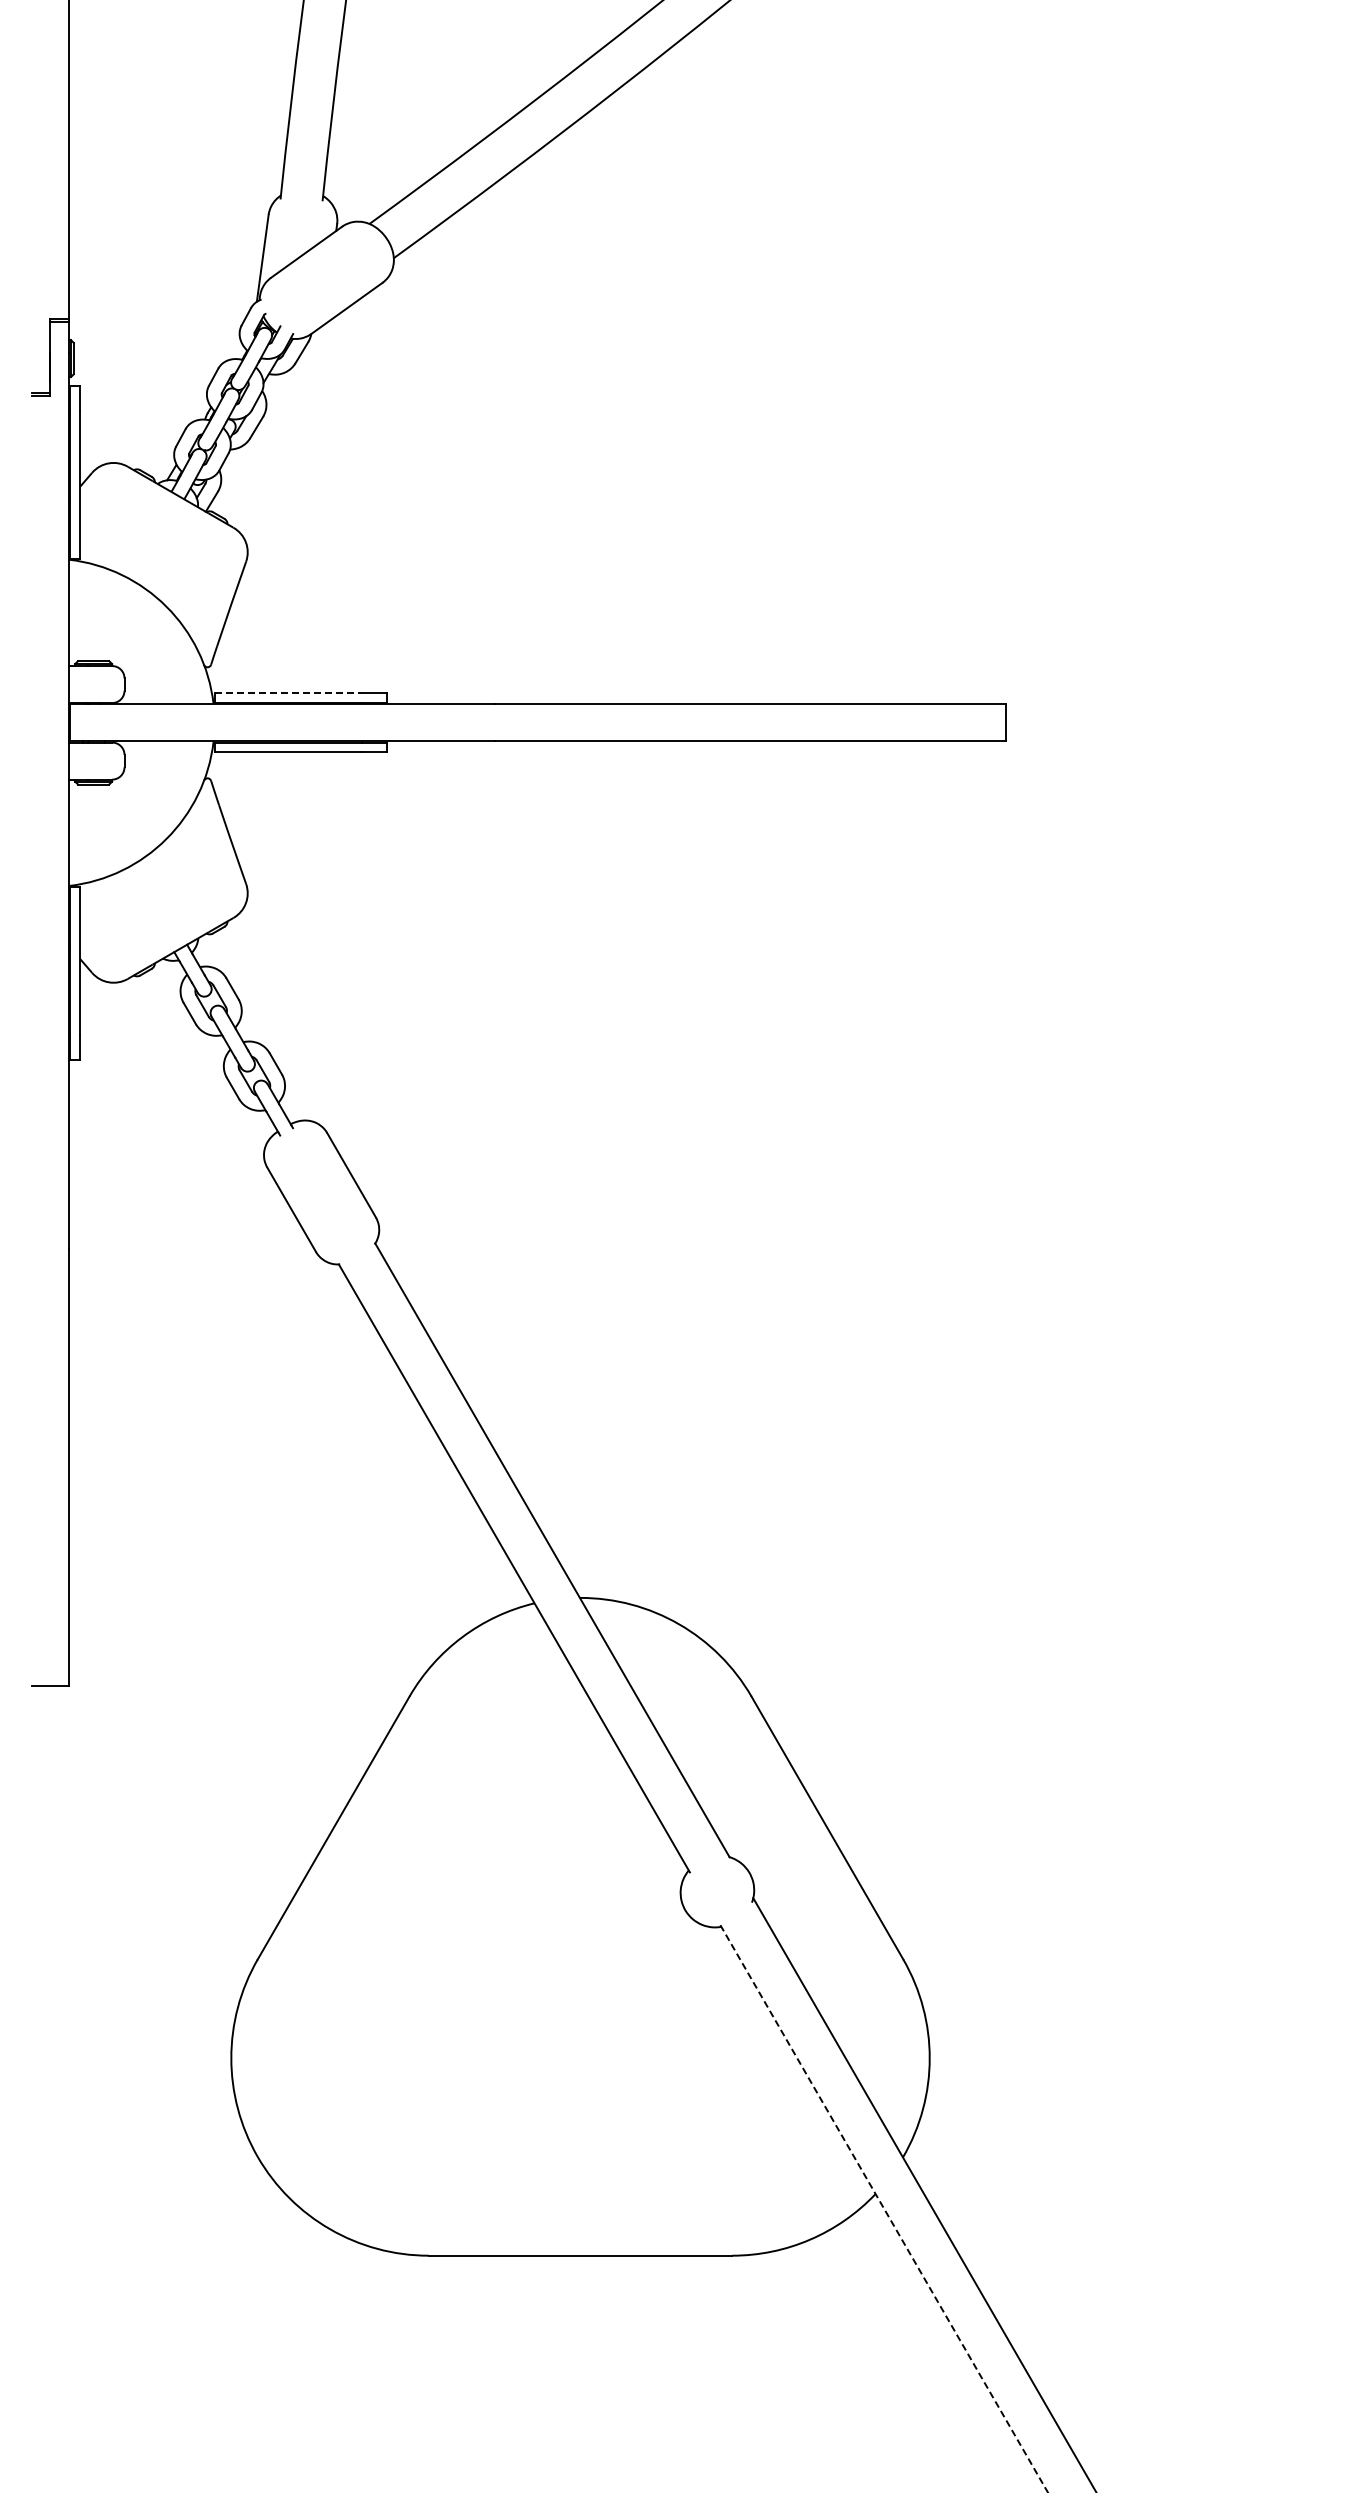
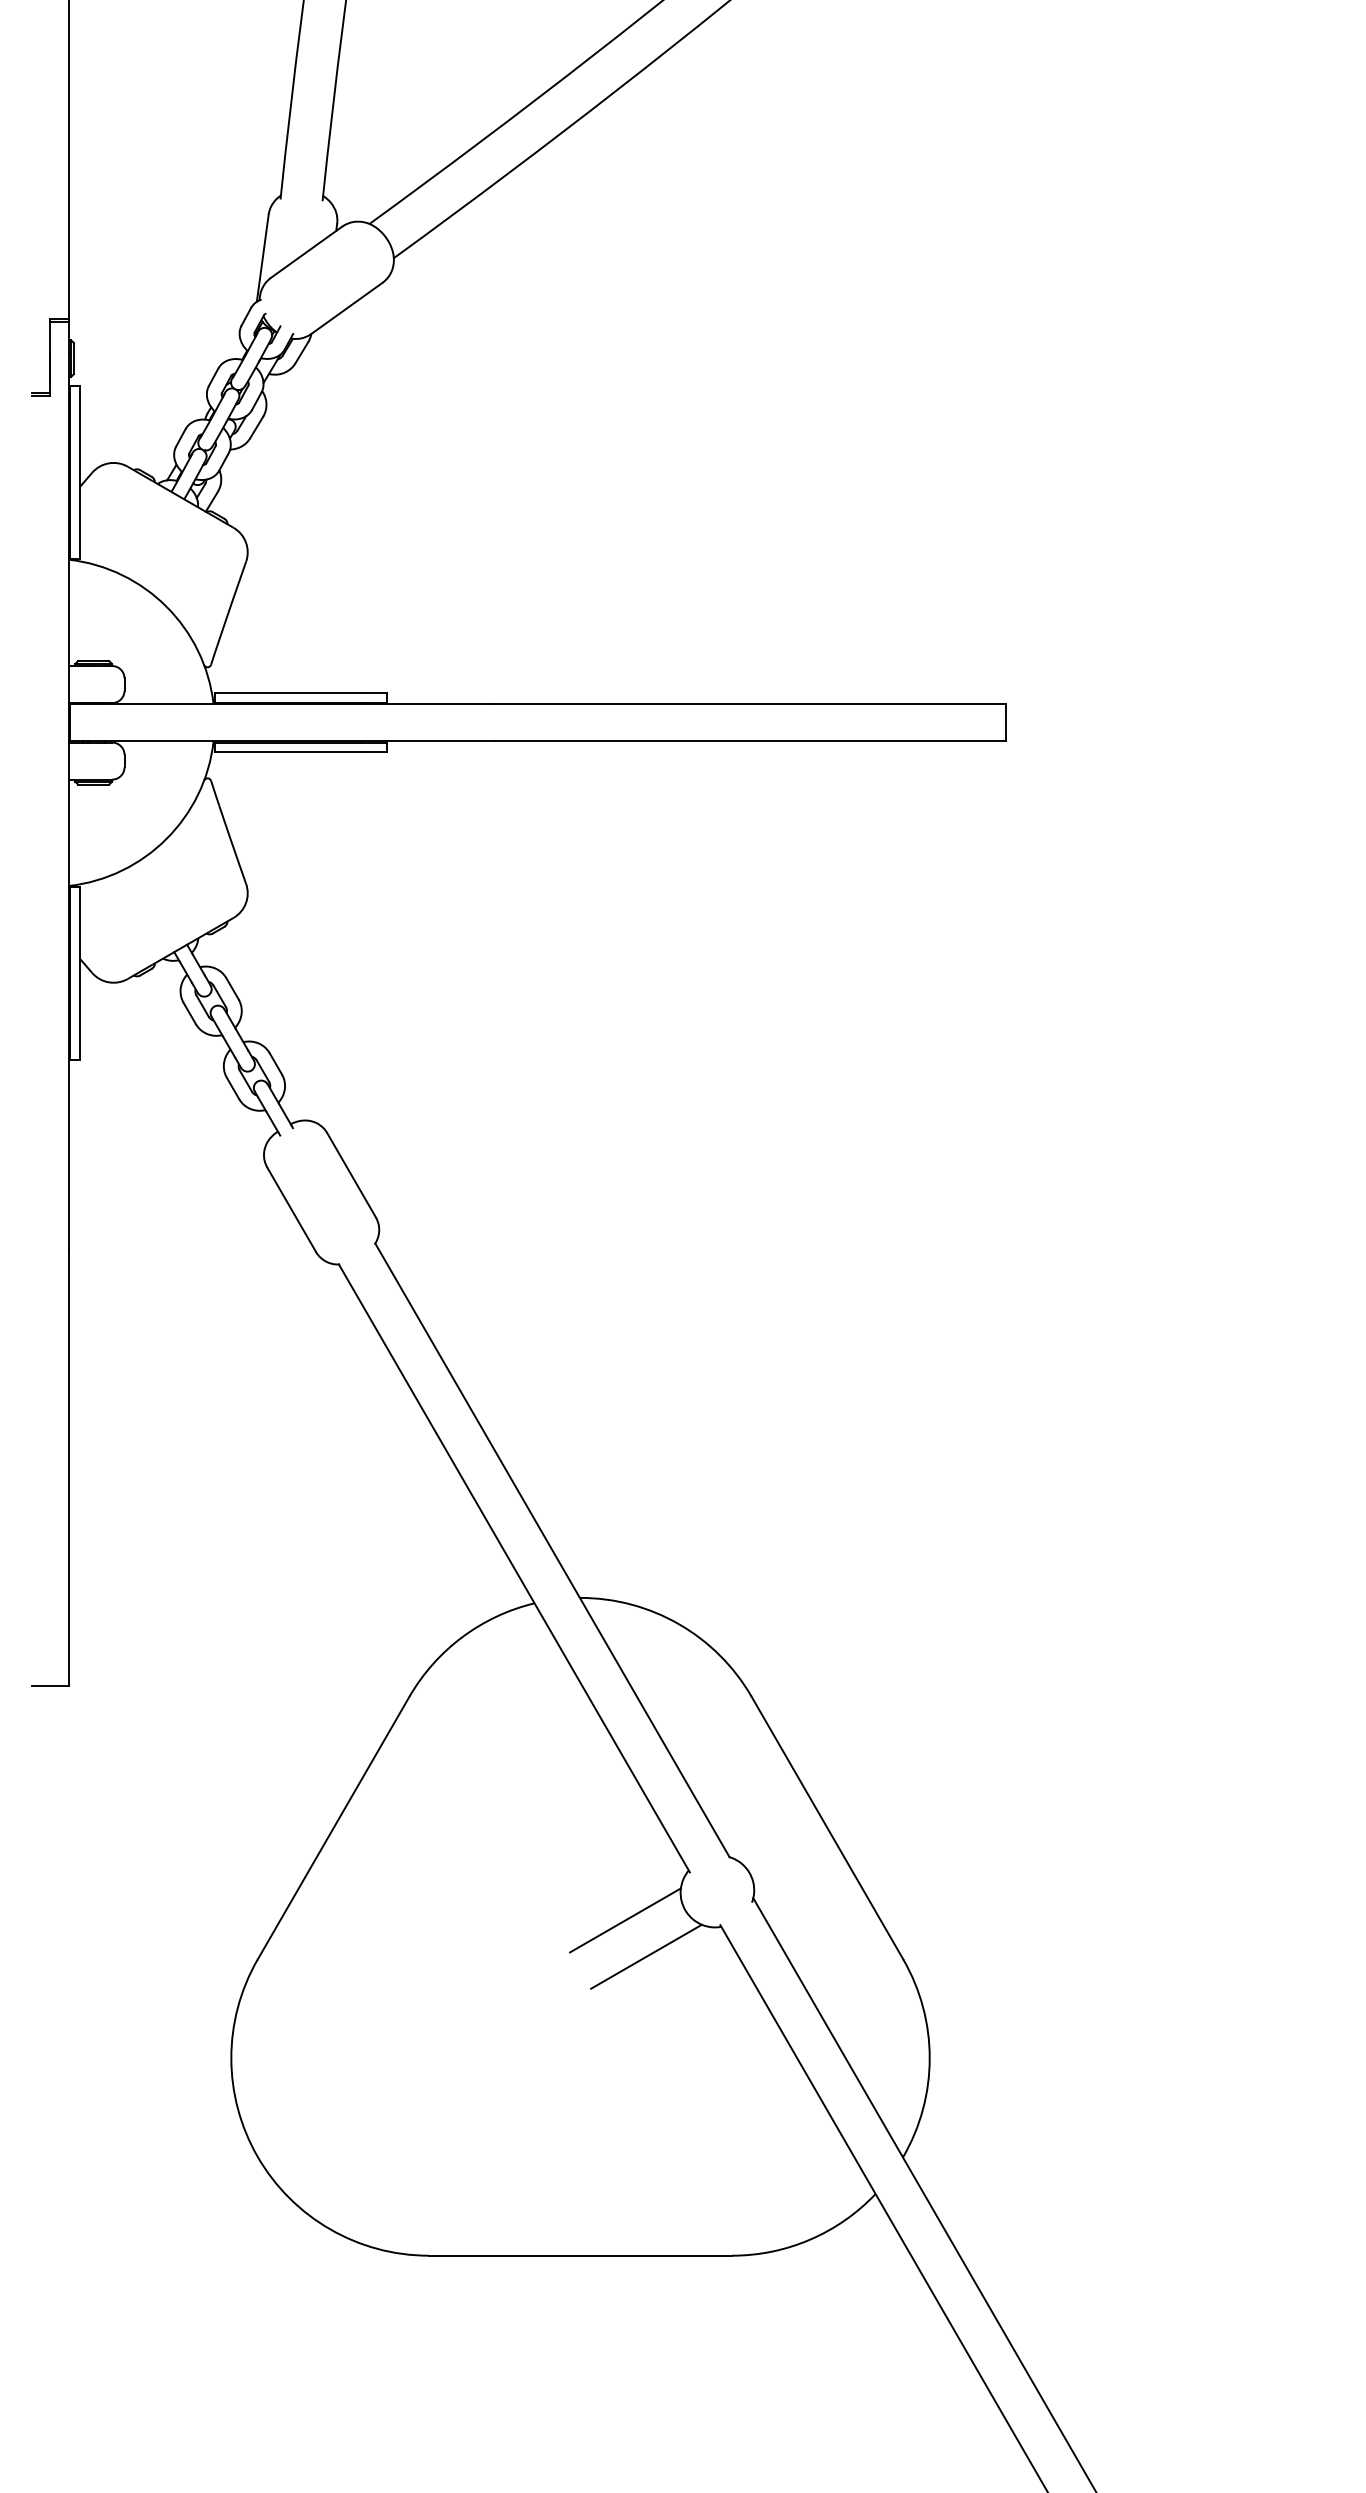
line at (288, 693): dashed -> solid
line at (625, 1920): none -> present
line at (646, 1956): none -> present
line at (884, 2209): dashed -> solid
